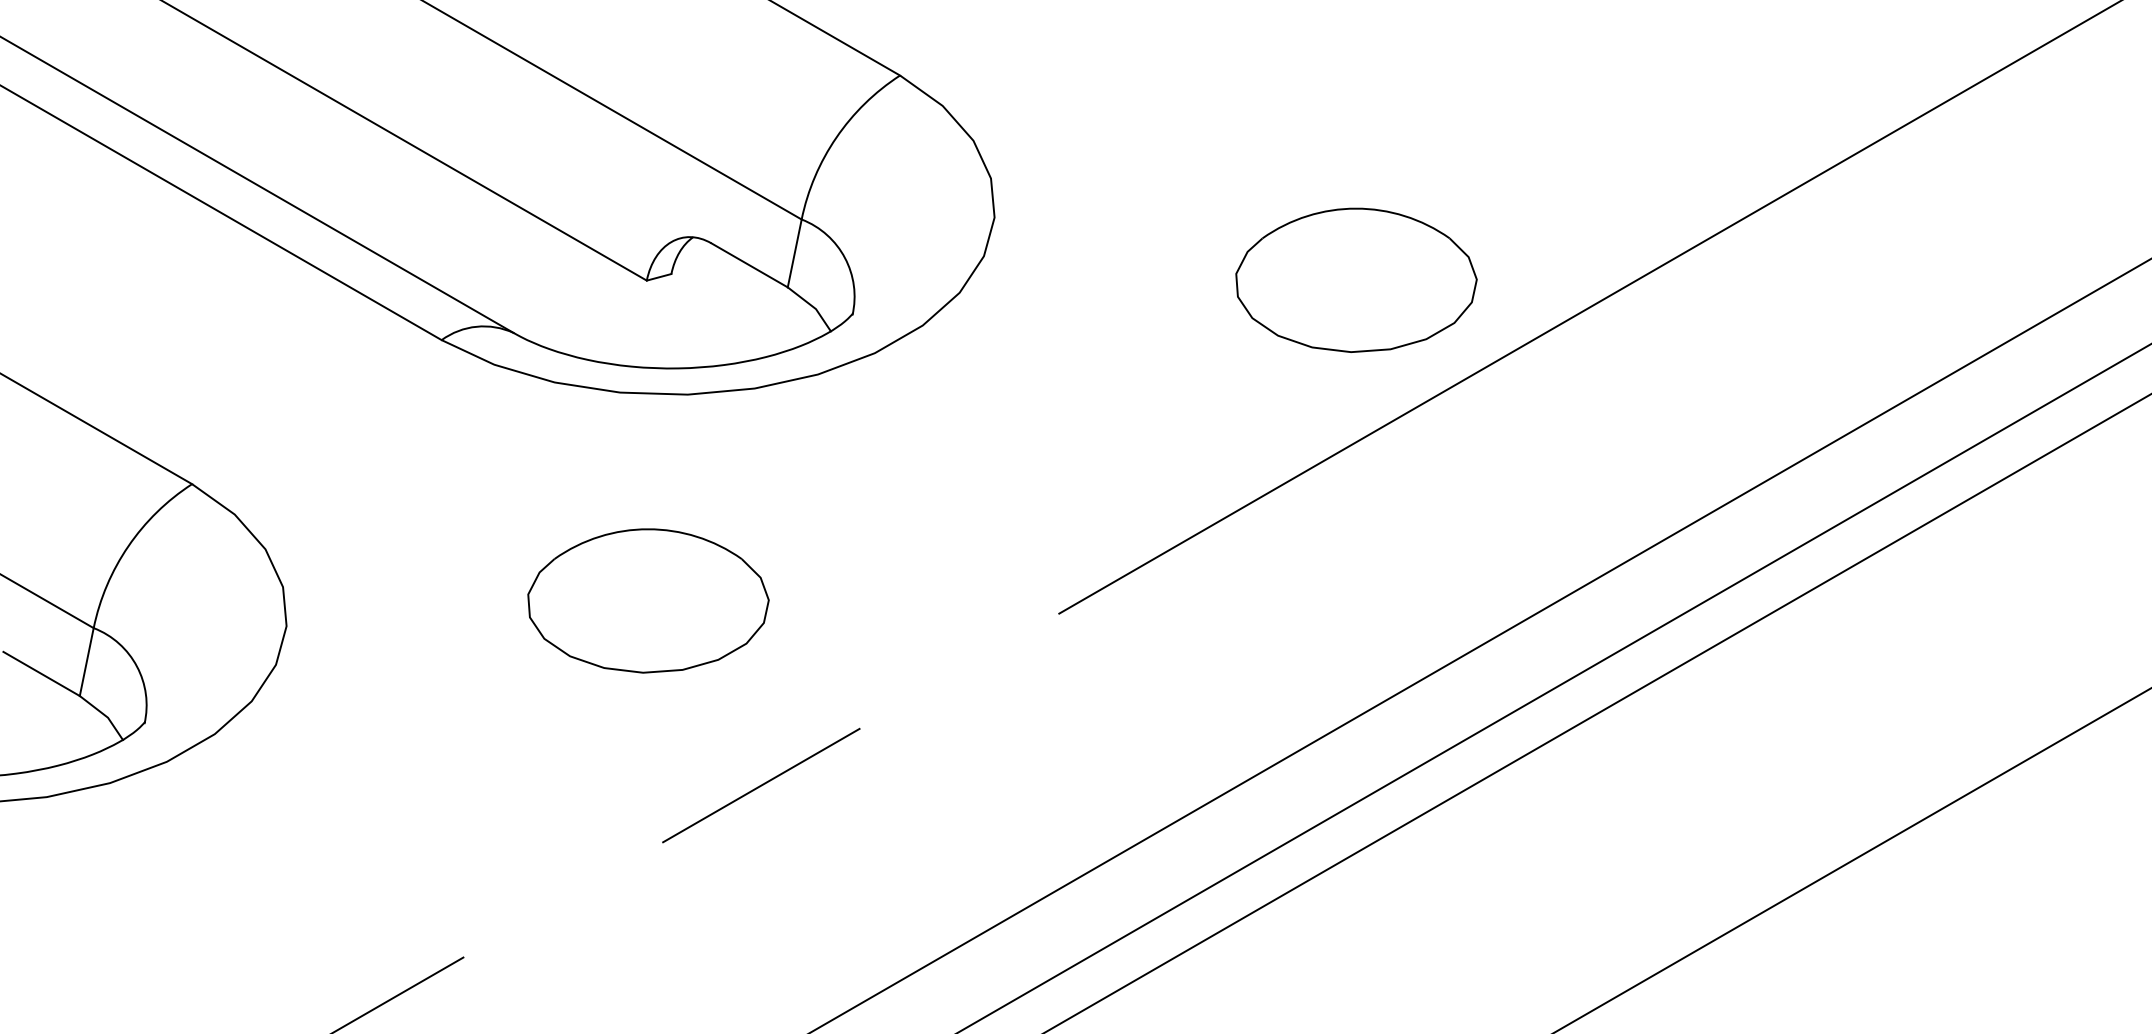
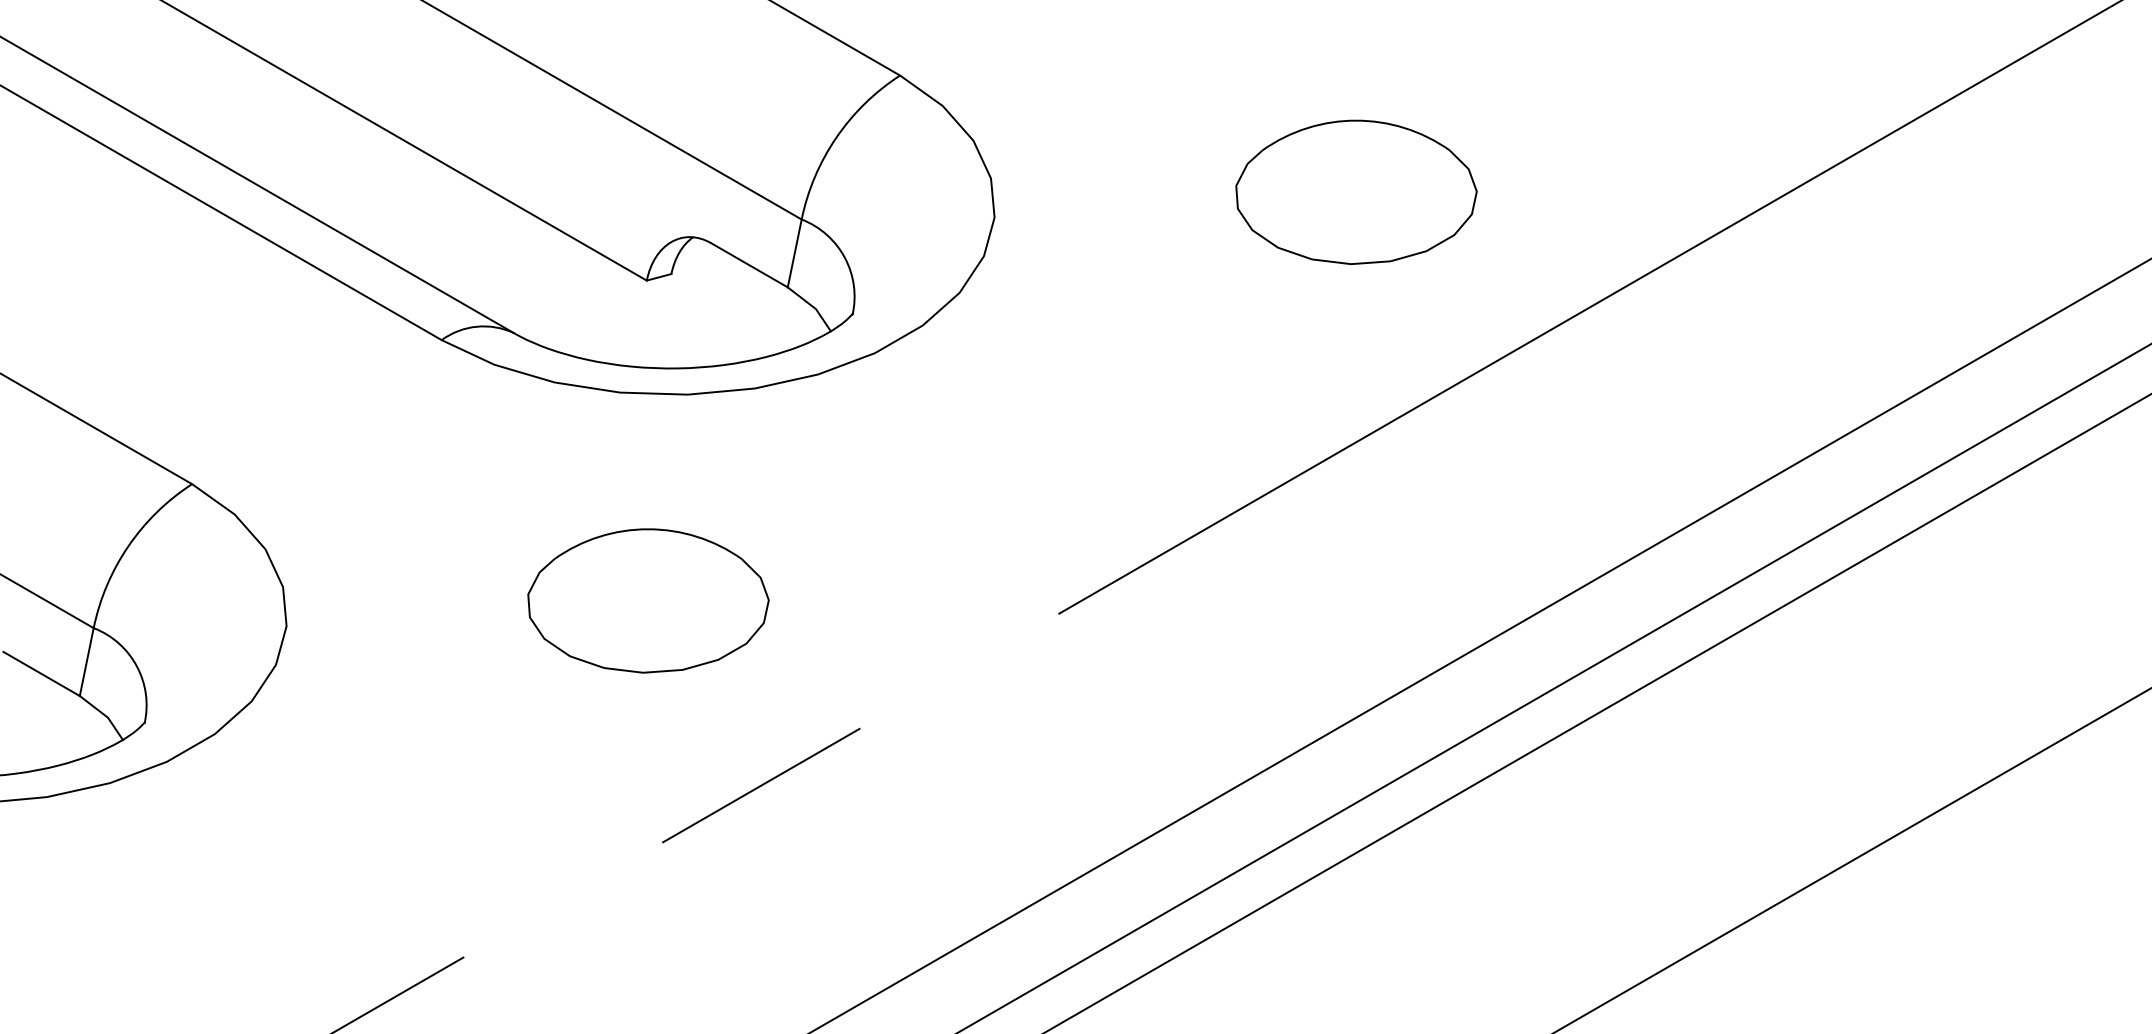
part at (1356, 279) position: (1356, 279) -> (1356, 191)
